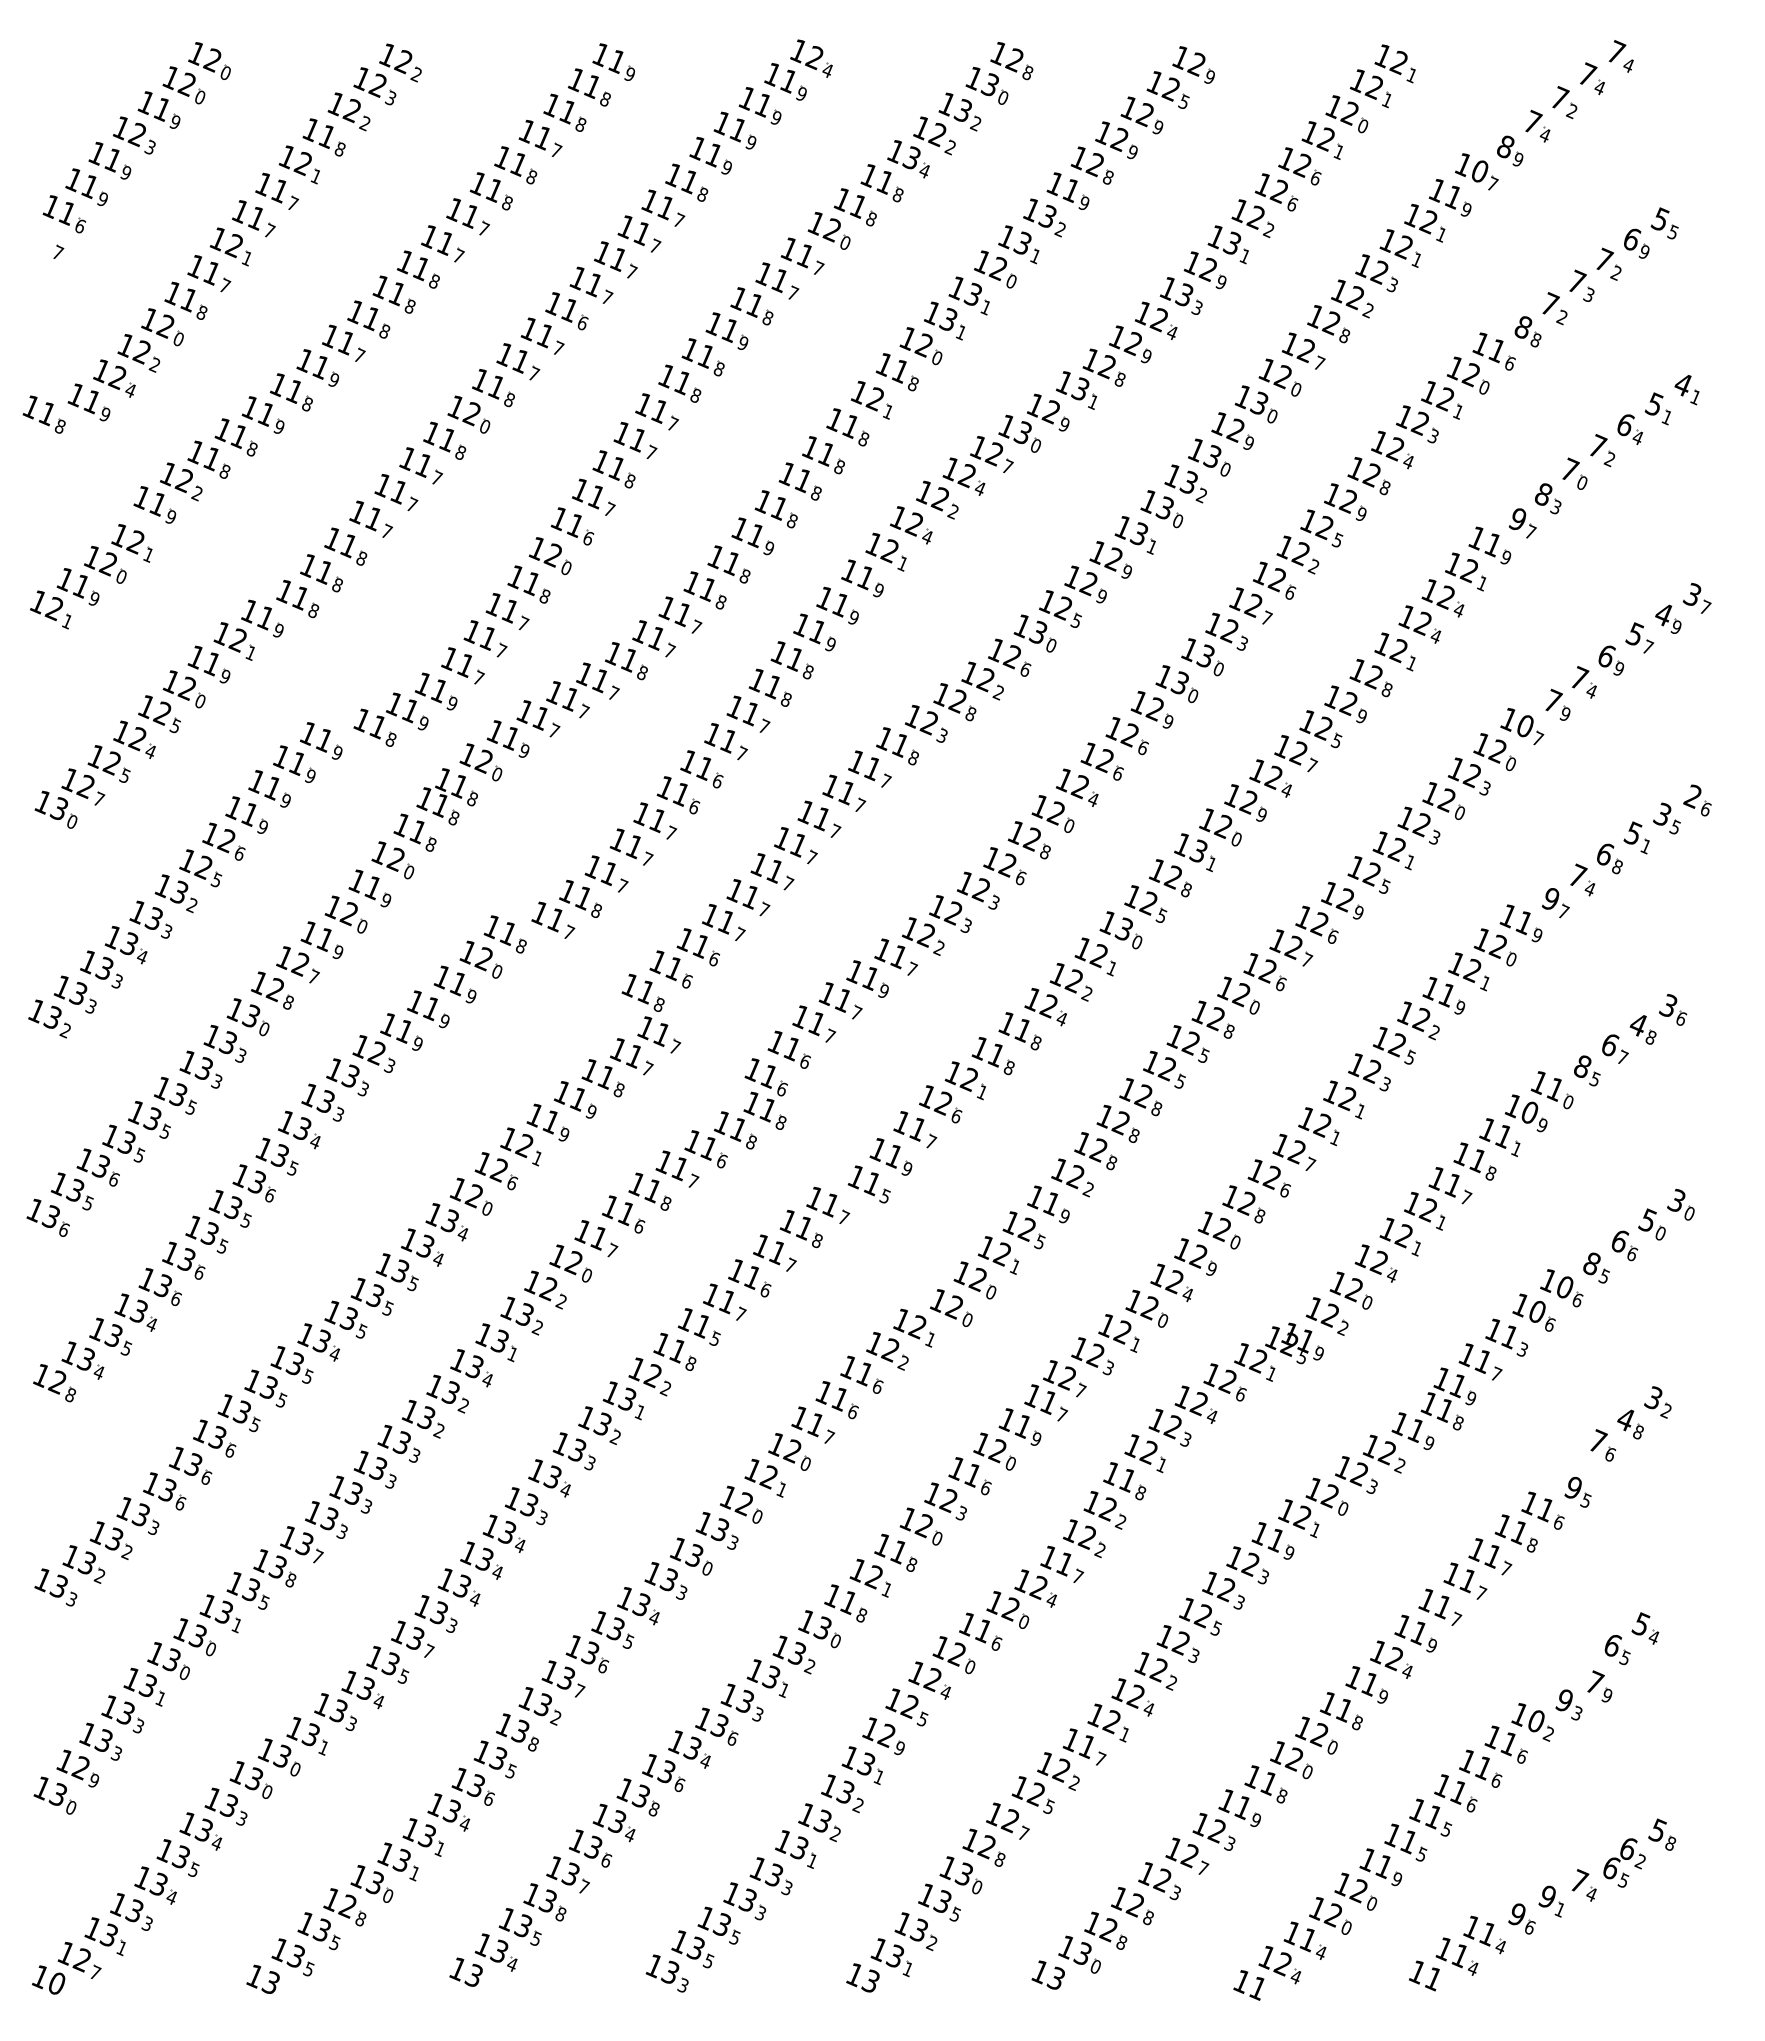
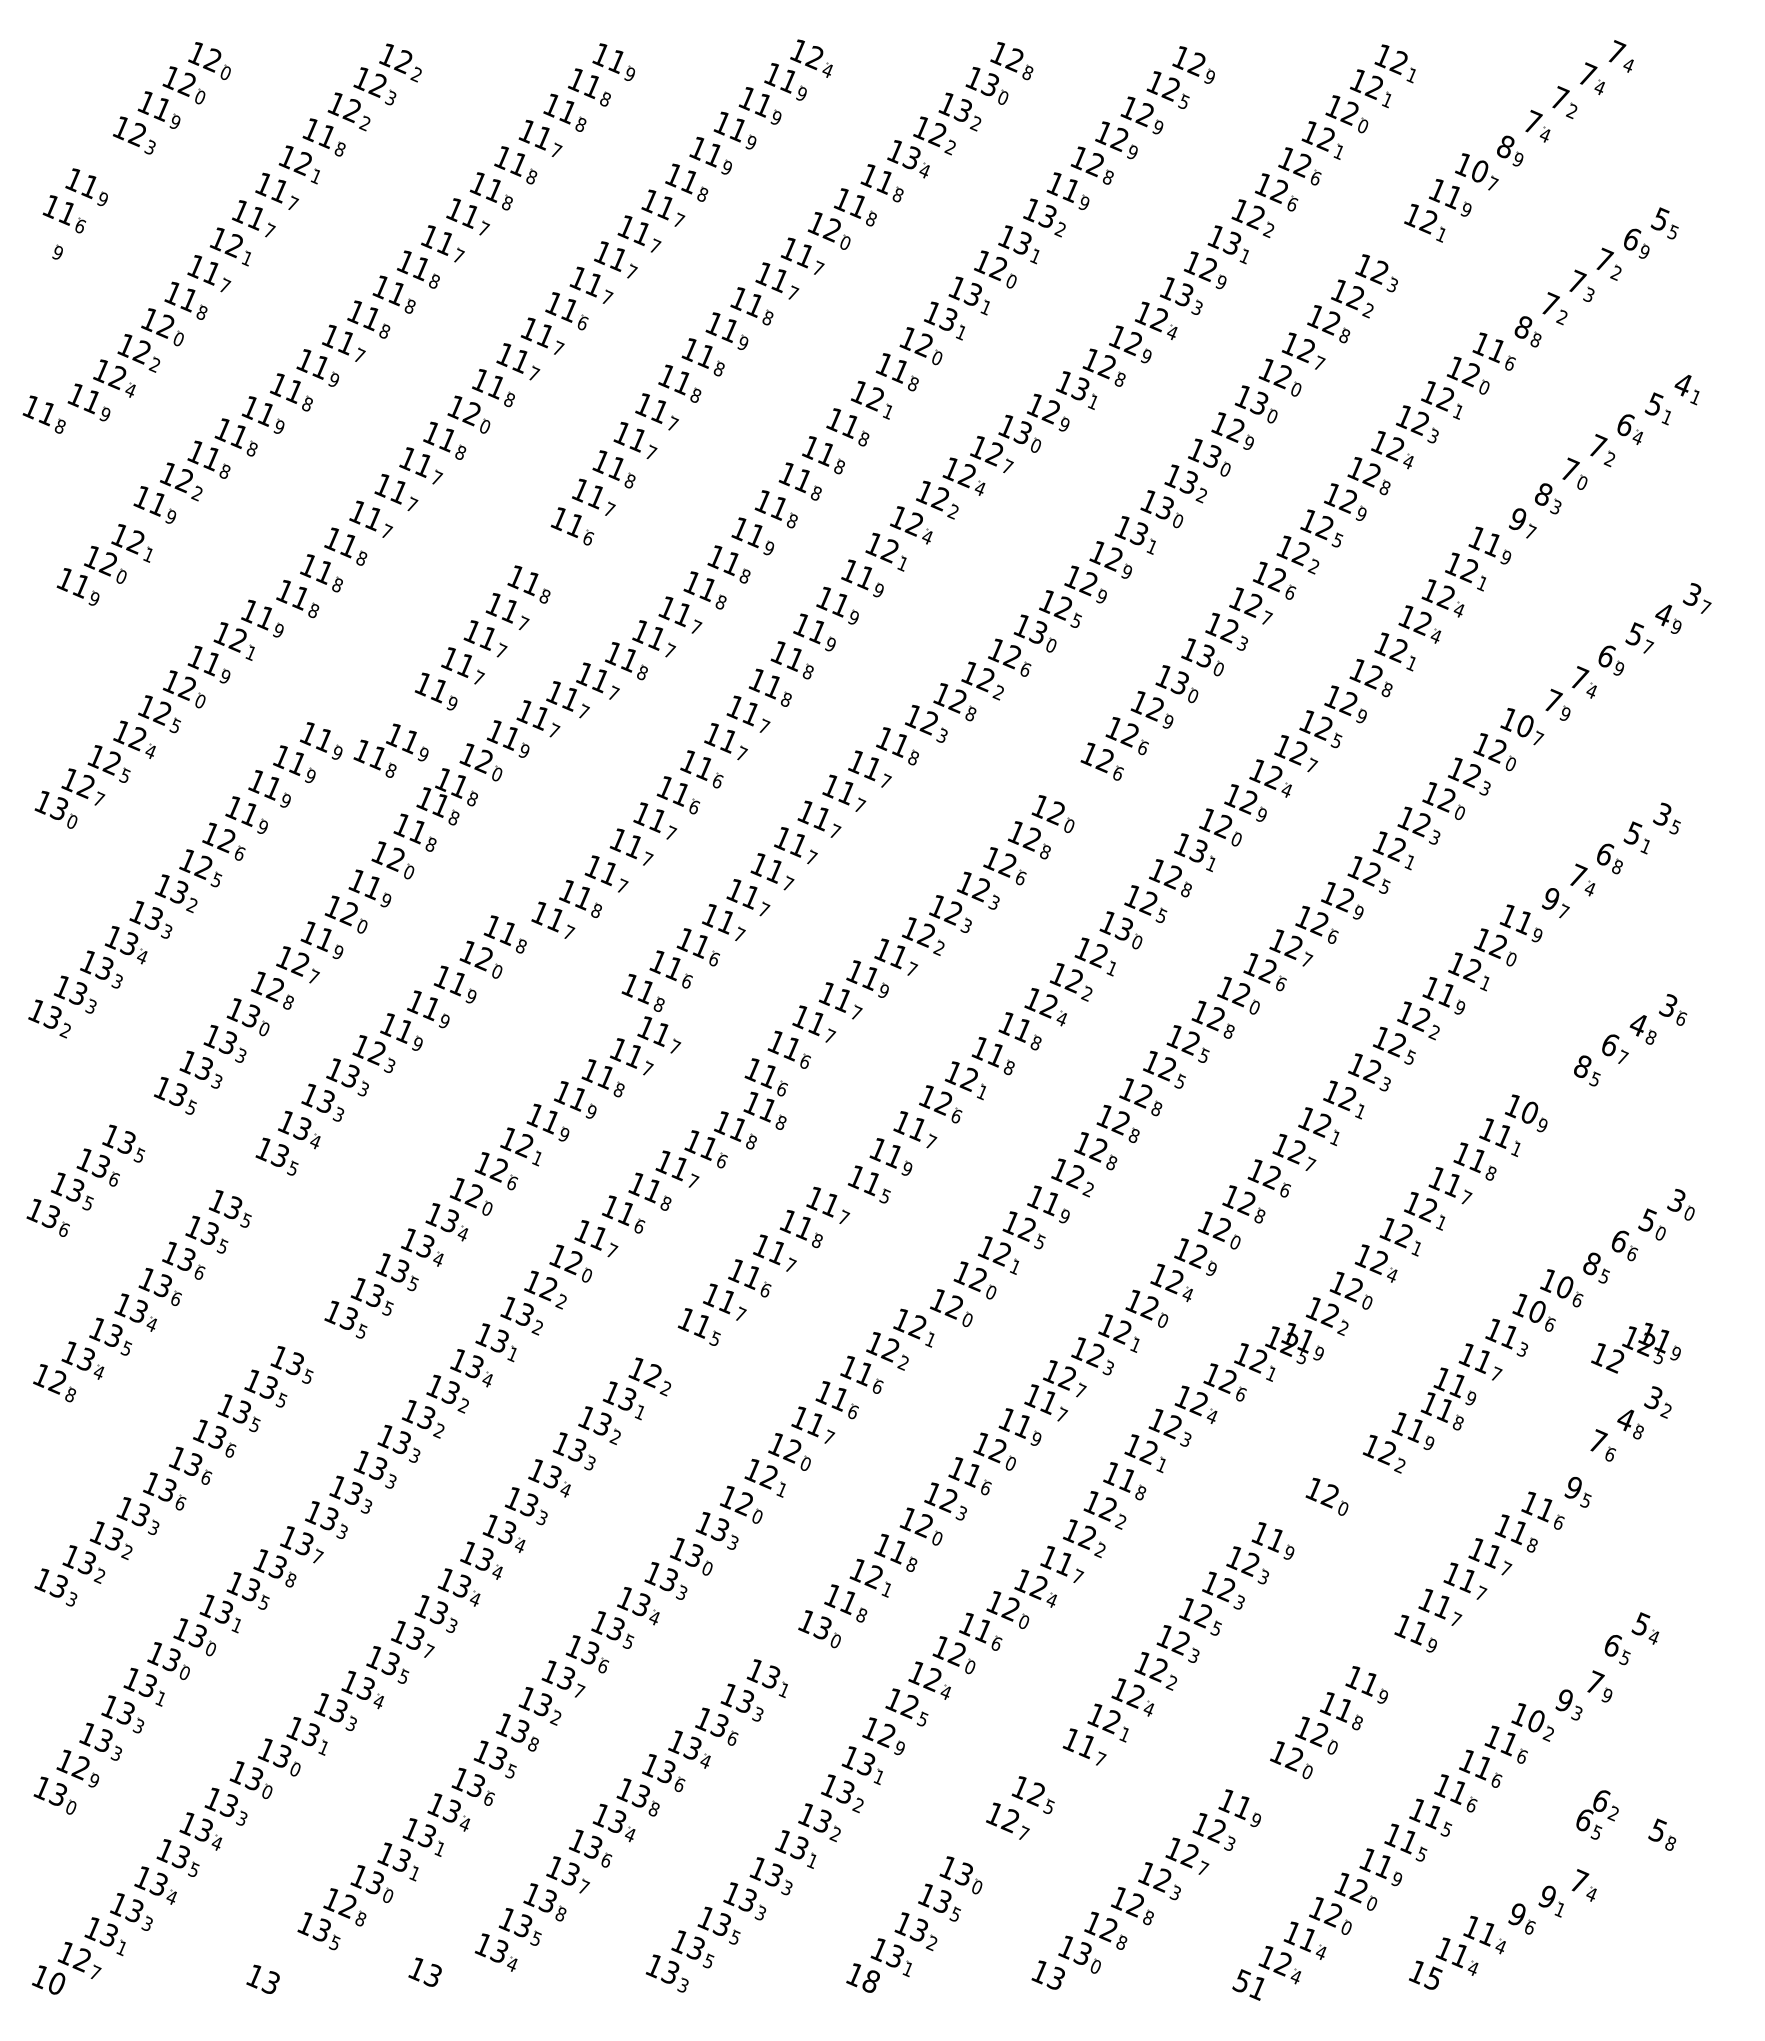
part at (109, 160): present -> none
part at (1399, 248): present -> none
text at (58, 252): 7 -> 9
part at (549, 556): present -> none
part at (50, 609): present -> none
part at (390, 719) position: (390, 719) -> (390, 750)
part at (1077, 787): present -> none
part at (1697, 800): present -> none
part at (1551, 1090): present -> none
part at (149, 1119): present -> none
part at (253, 1183): present -> none
part at (318, 1342): present -> none
part at (1635, 1347): none -> present
part at (674, 1351): present -> none
part at (1356, 1474): present -> none
part at (1298, 1518): present -> none
part at (793, 1654): present -> none
part at (1391, 1659): present -> none
part at (1058, 1771): present -> none
part at (1265, 1784): present -> none
part at (983, 1847): present -> none
part at (1624, 1862) position: (1624, 1862) -> (1597, 1814)
part at (292, 1957): present -> none
text at (465, 1971) position: (465, 1971) -> (424, 1971)
text at (1433, 1978): 11 -> 15
text at (870, 1980): 13 -> 18
text at (1241, 1981): 11 -> 51
